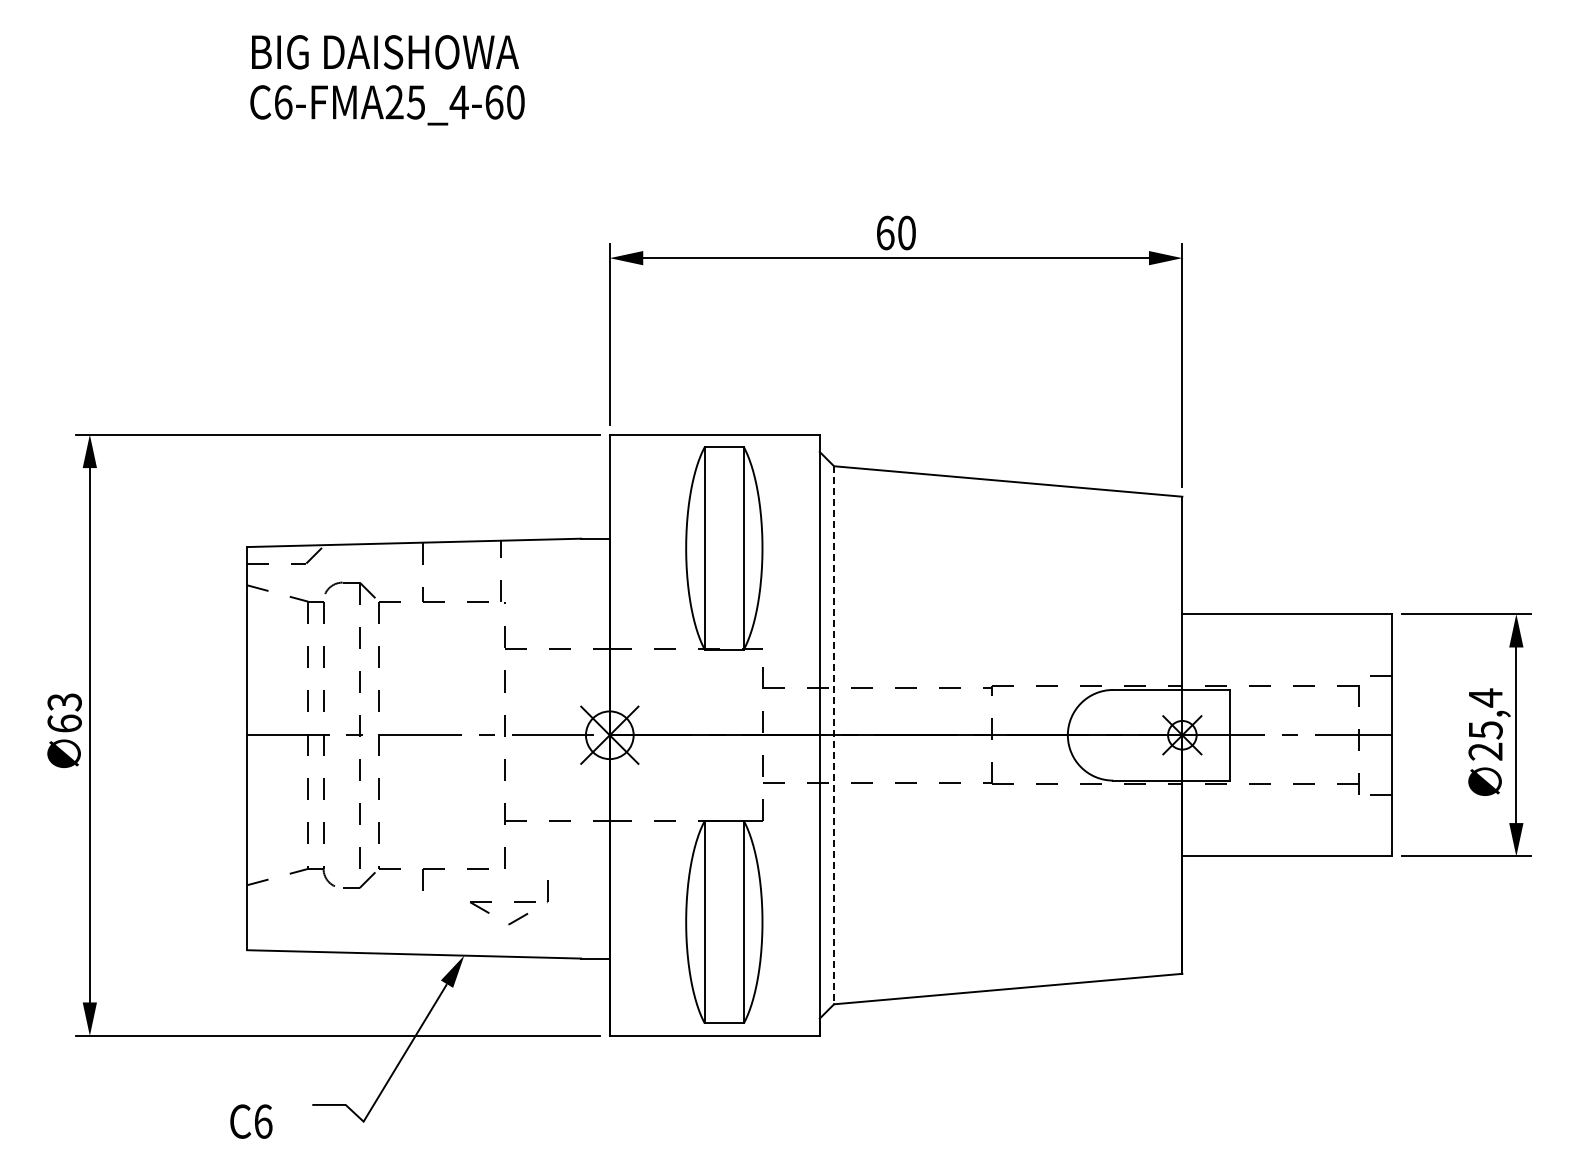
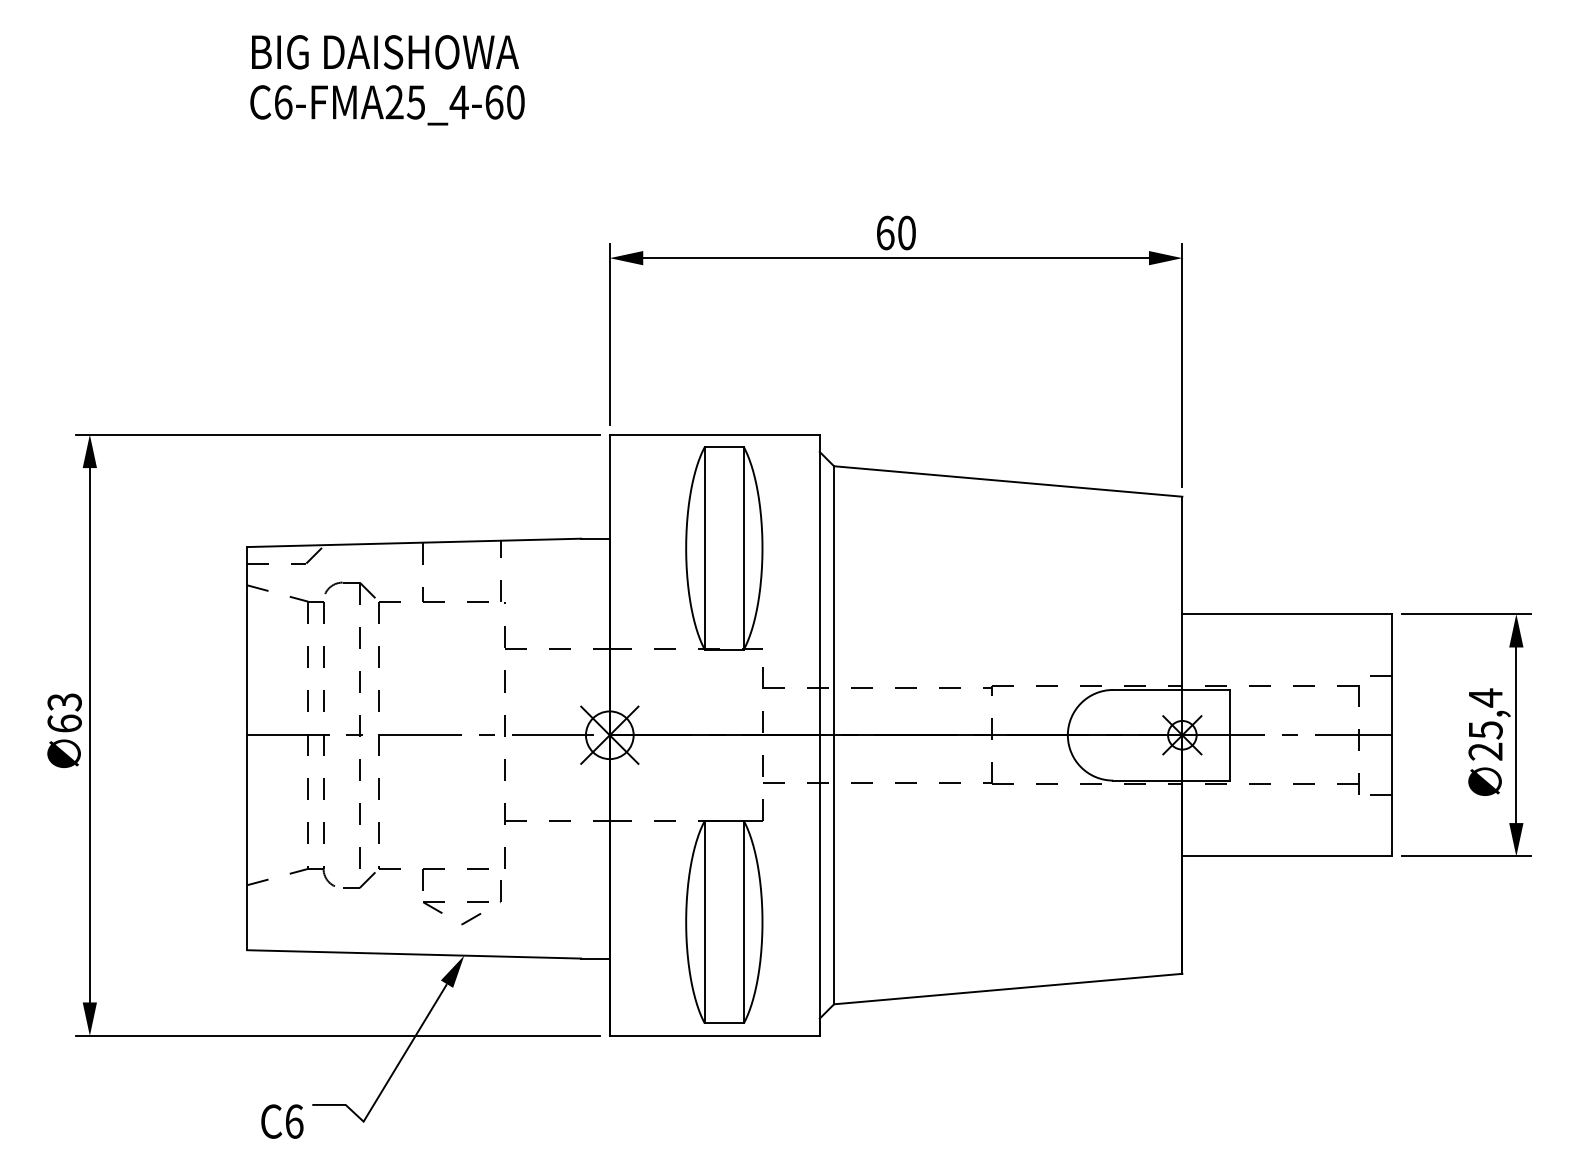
line at (834, 735): dashed -> solid
part at (509, 902) position: (509, 902) -> (462, 902)
text at (251, 1121) position: (251, 1121) -> (282, 1121)
